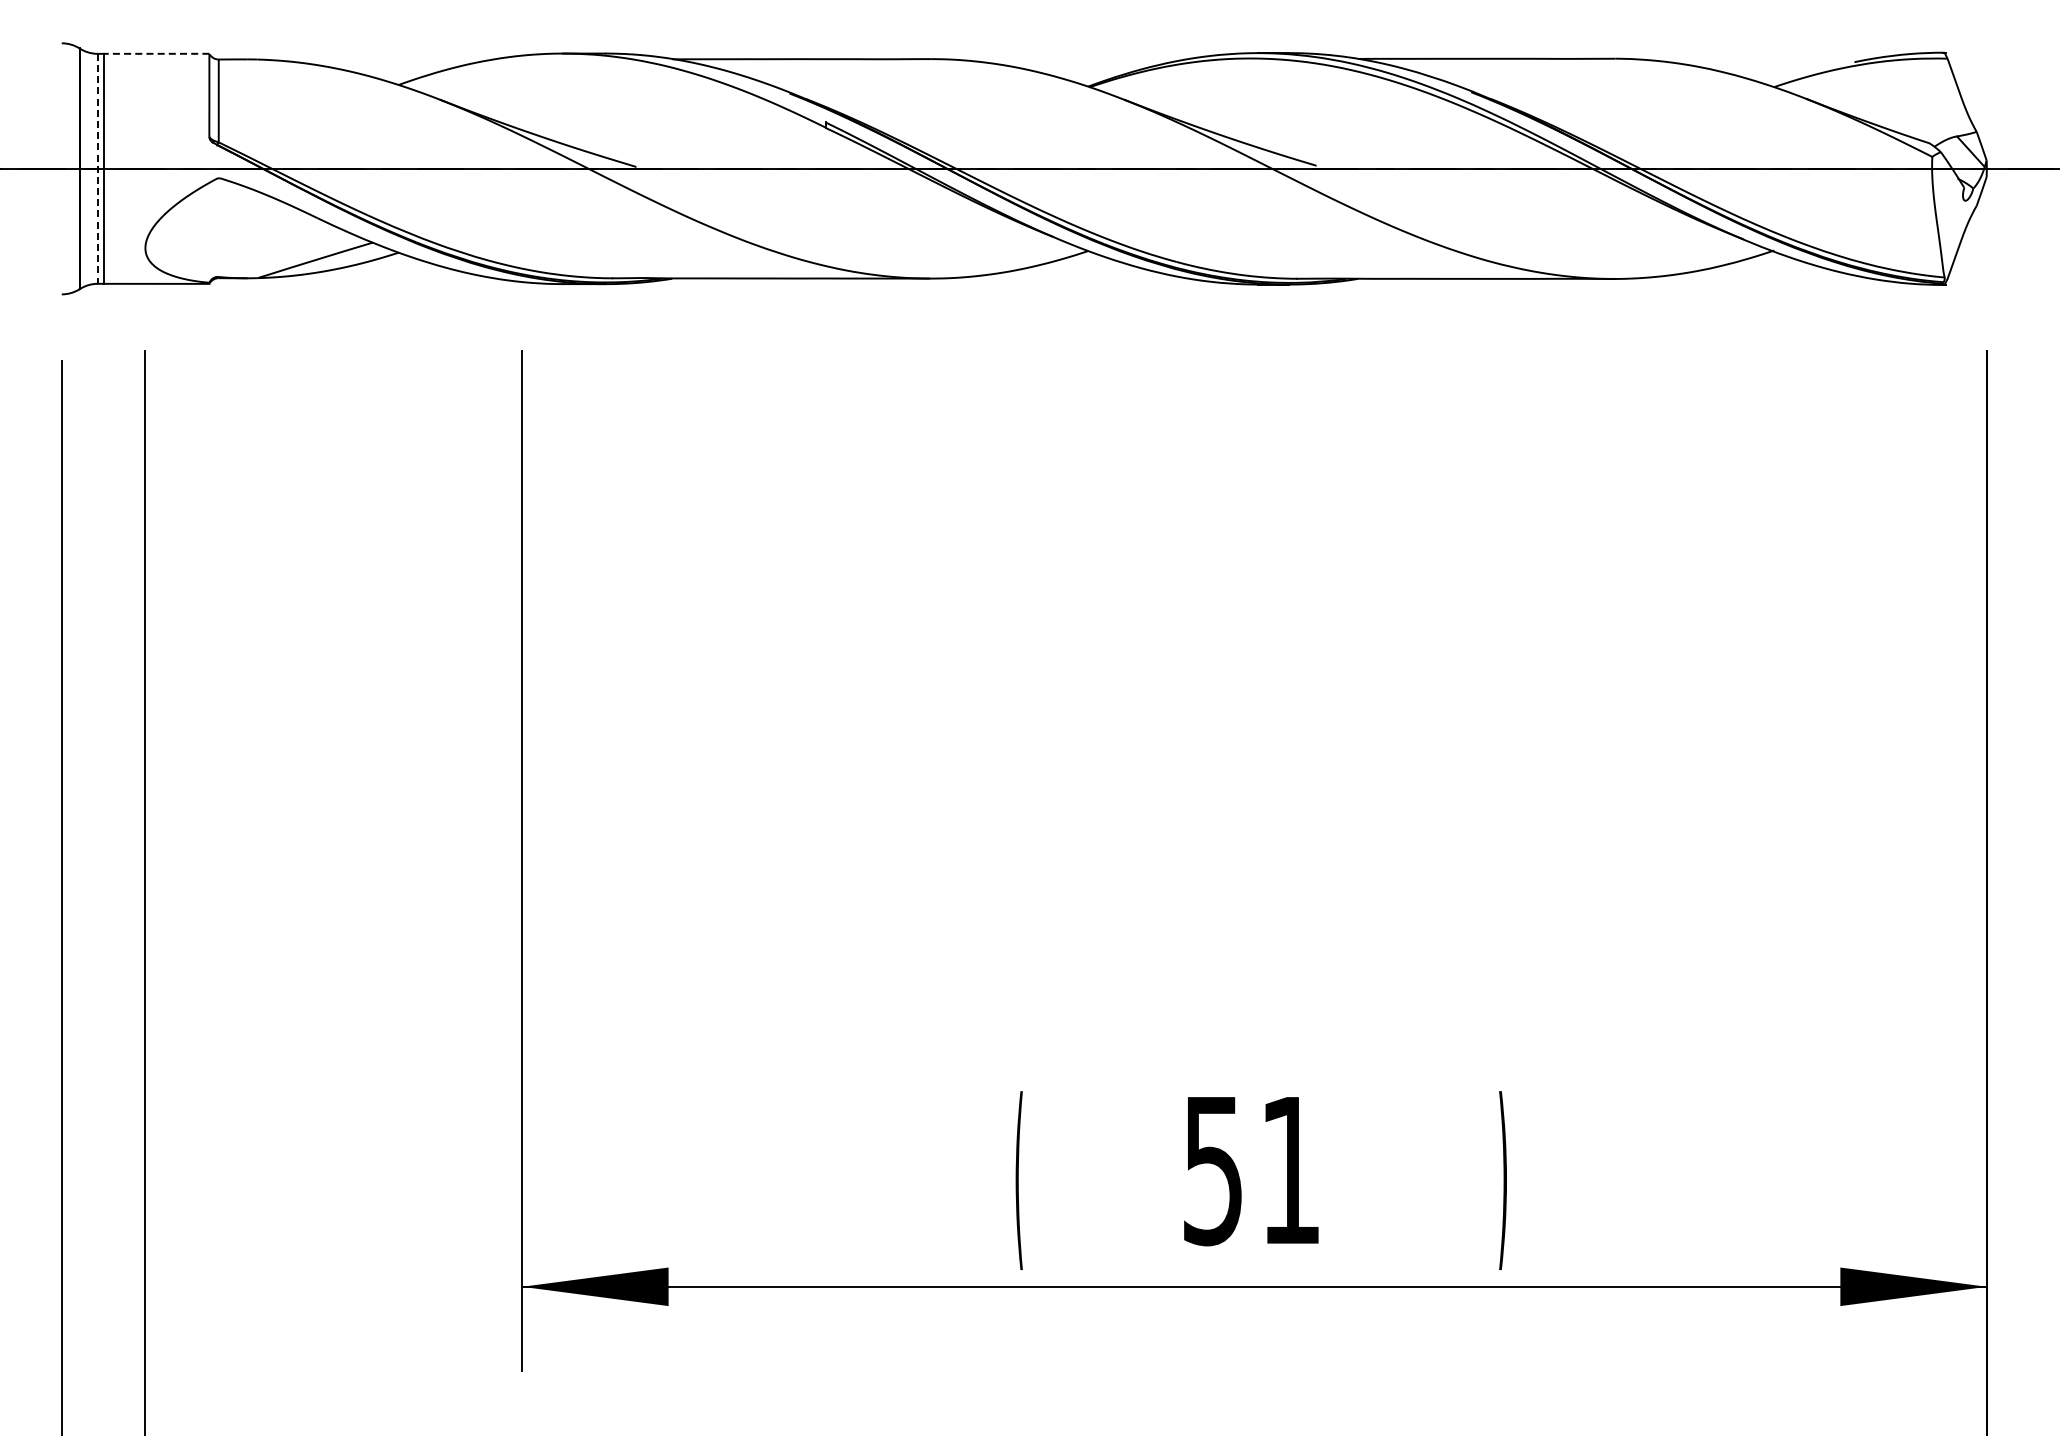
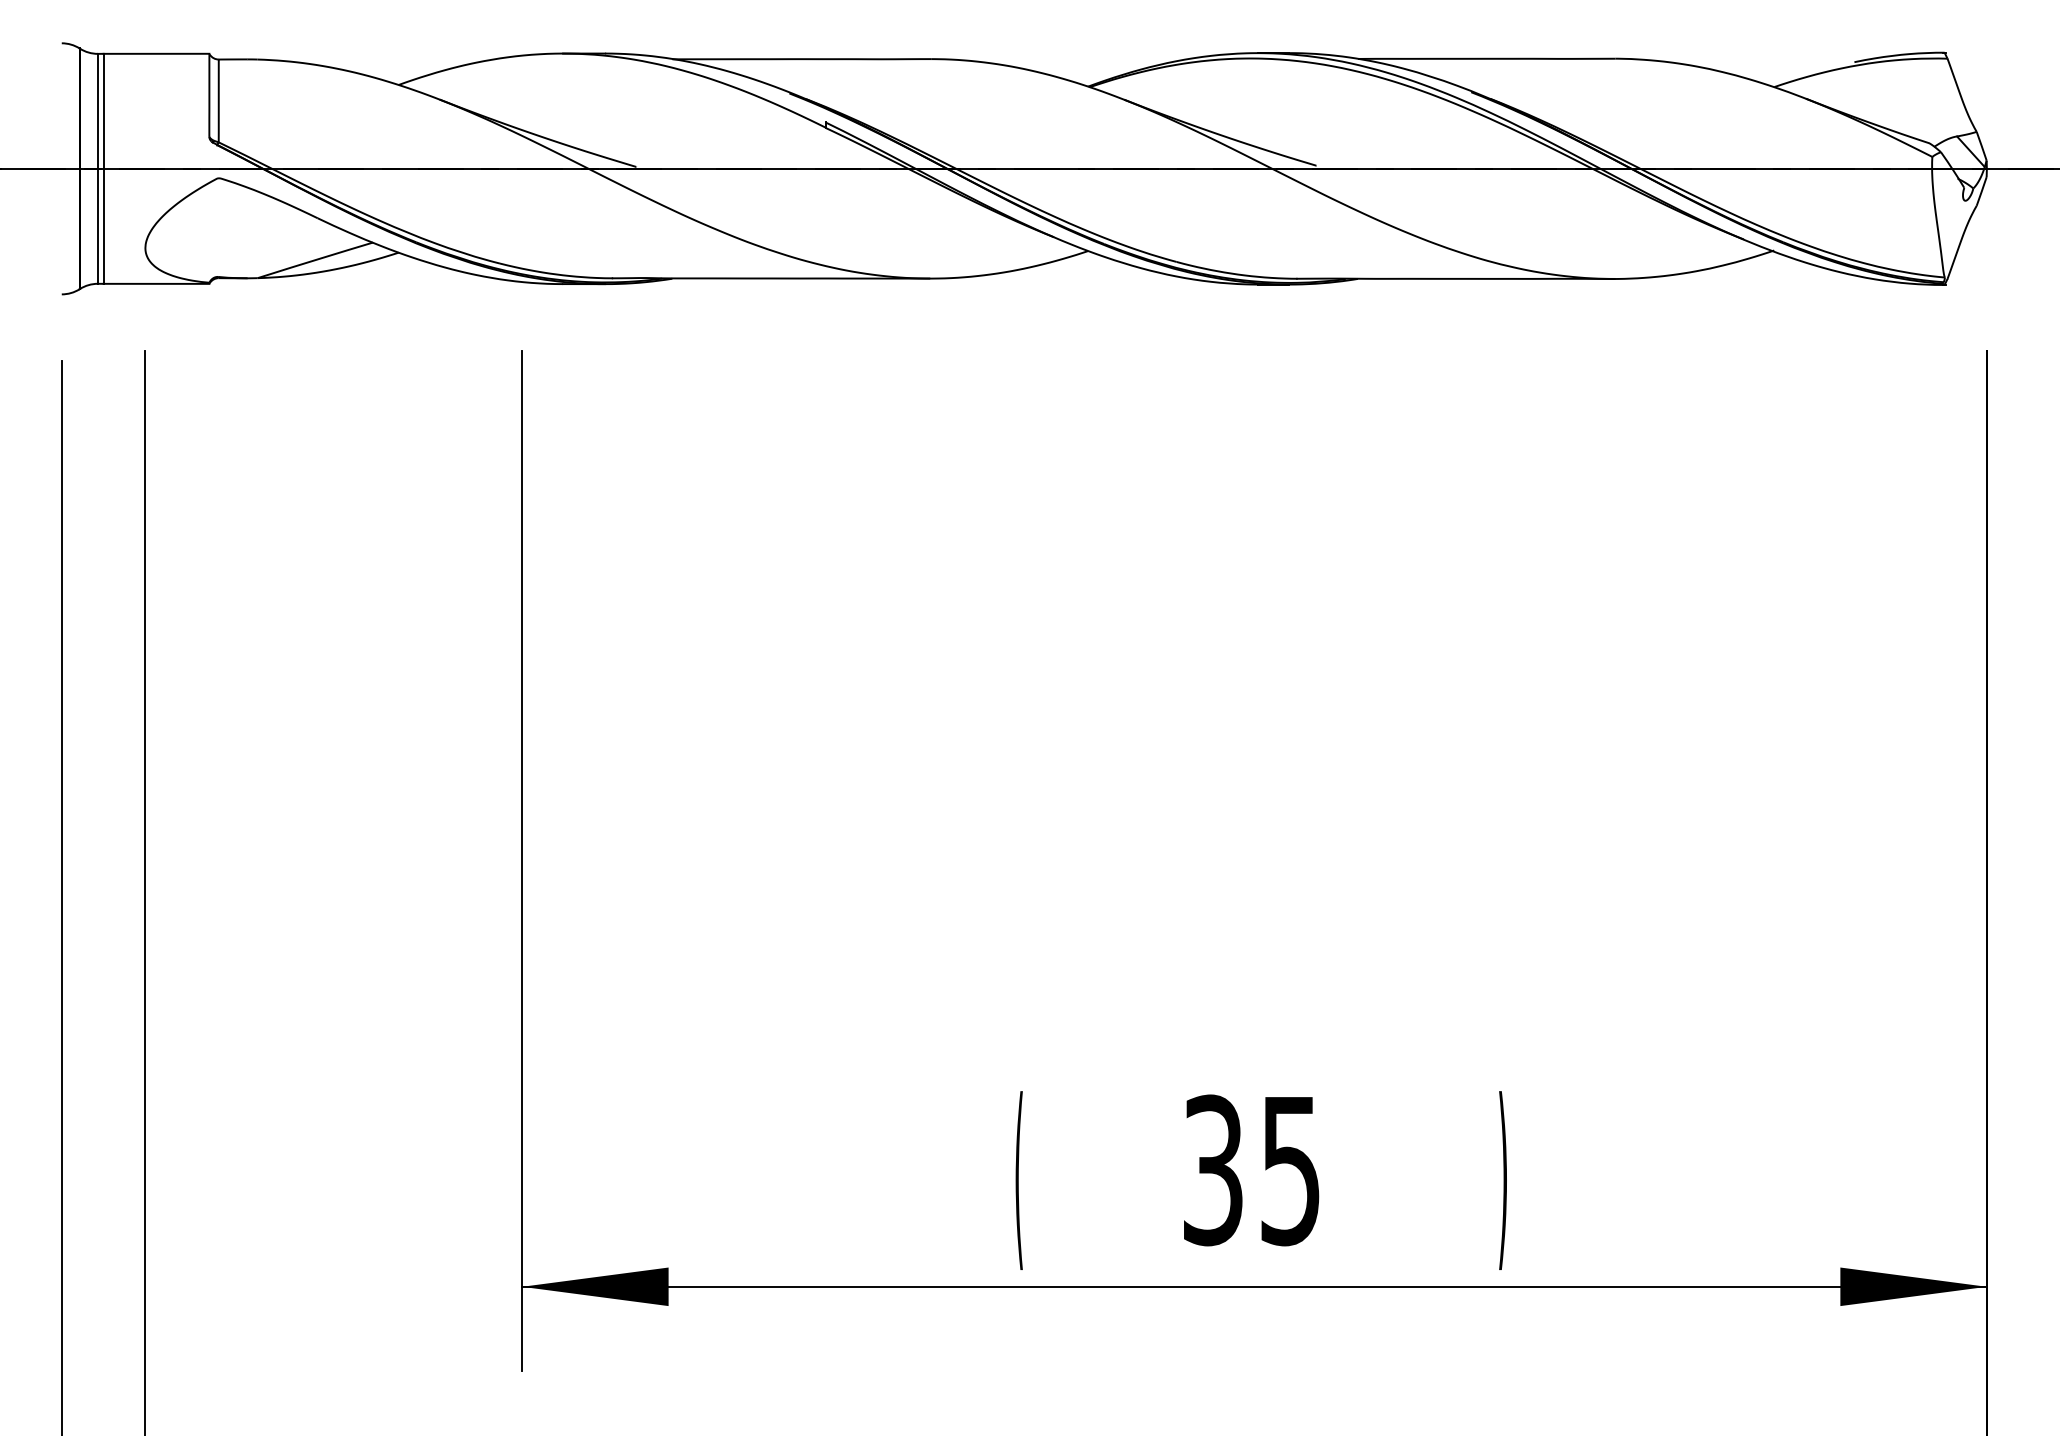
line at (156, 53): dashed -> solid
line at (97, 168): dashed -> solid
text at (1251, 1170): 51 -> 35
